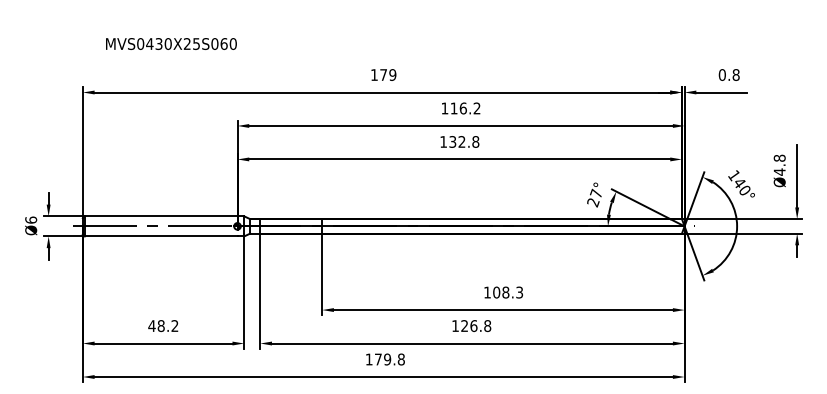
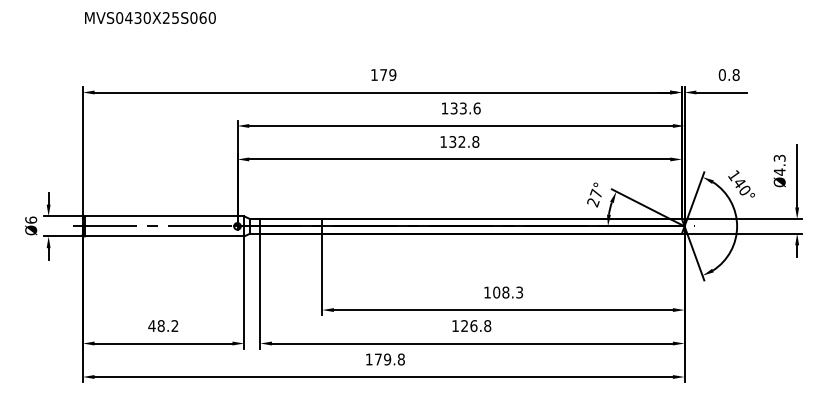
text at (171, 43) position: (171, 43) -> (150, 17)
text at (465, 108): 116.2 -> 133.6
text at (779, 157): Ø4.8 -> Ø4.3
